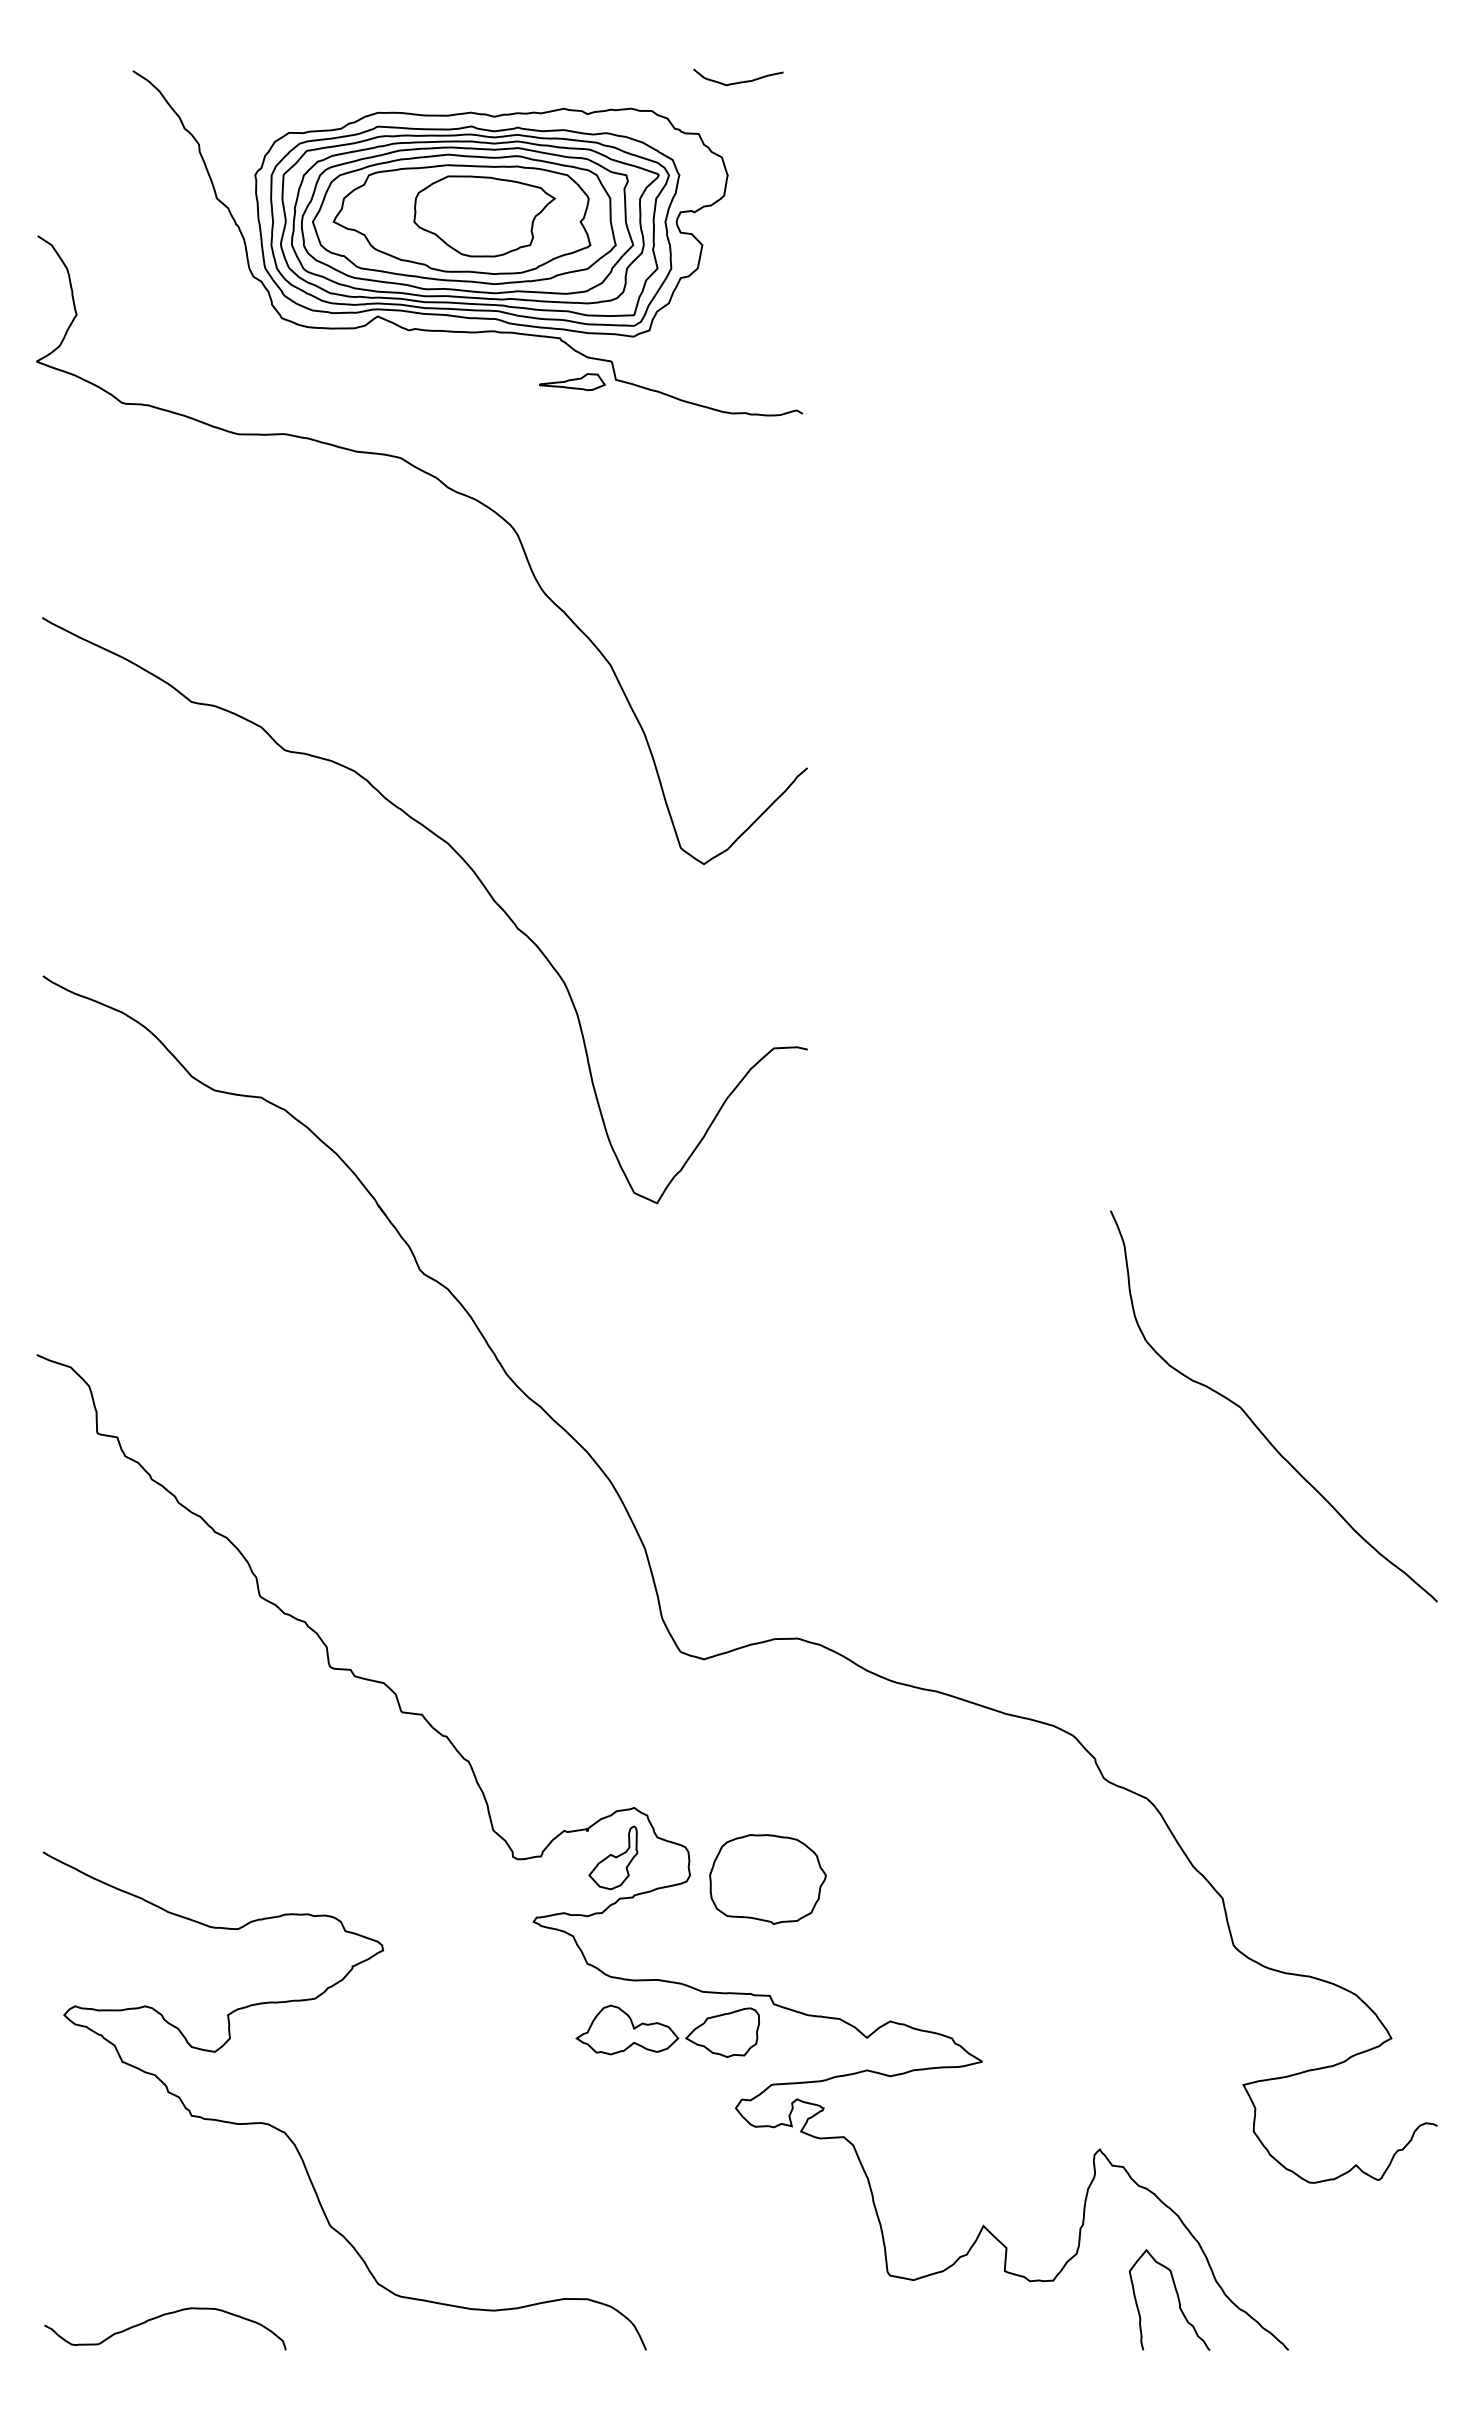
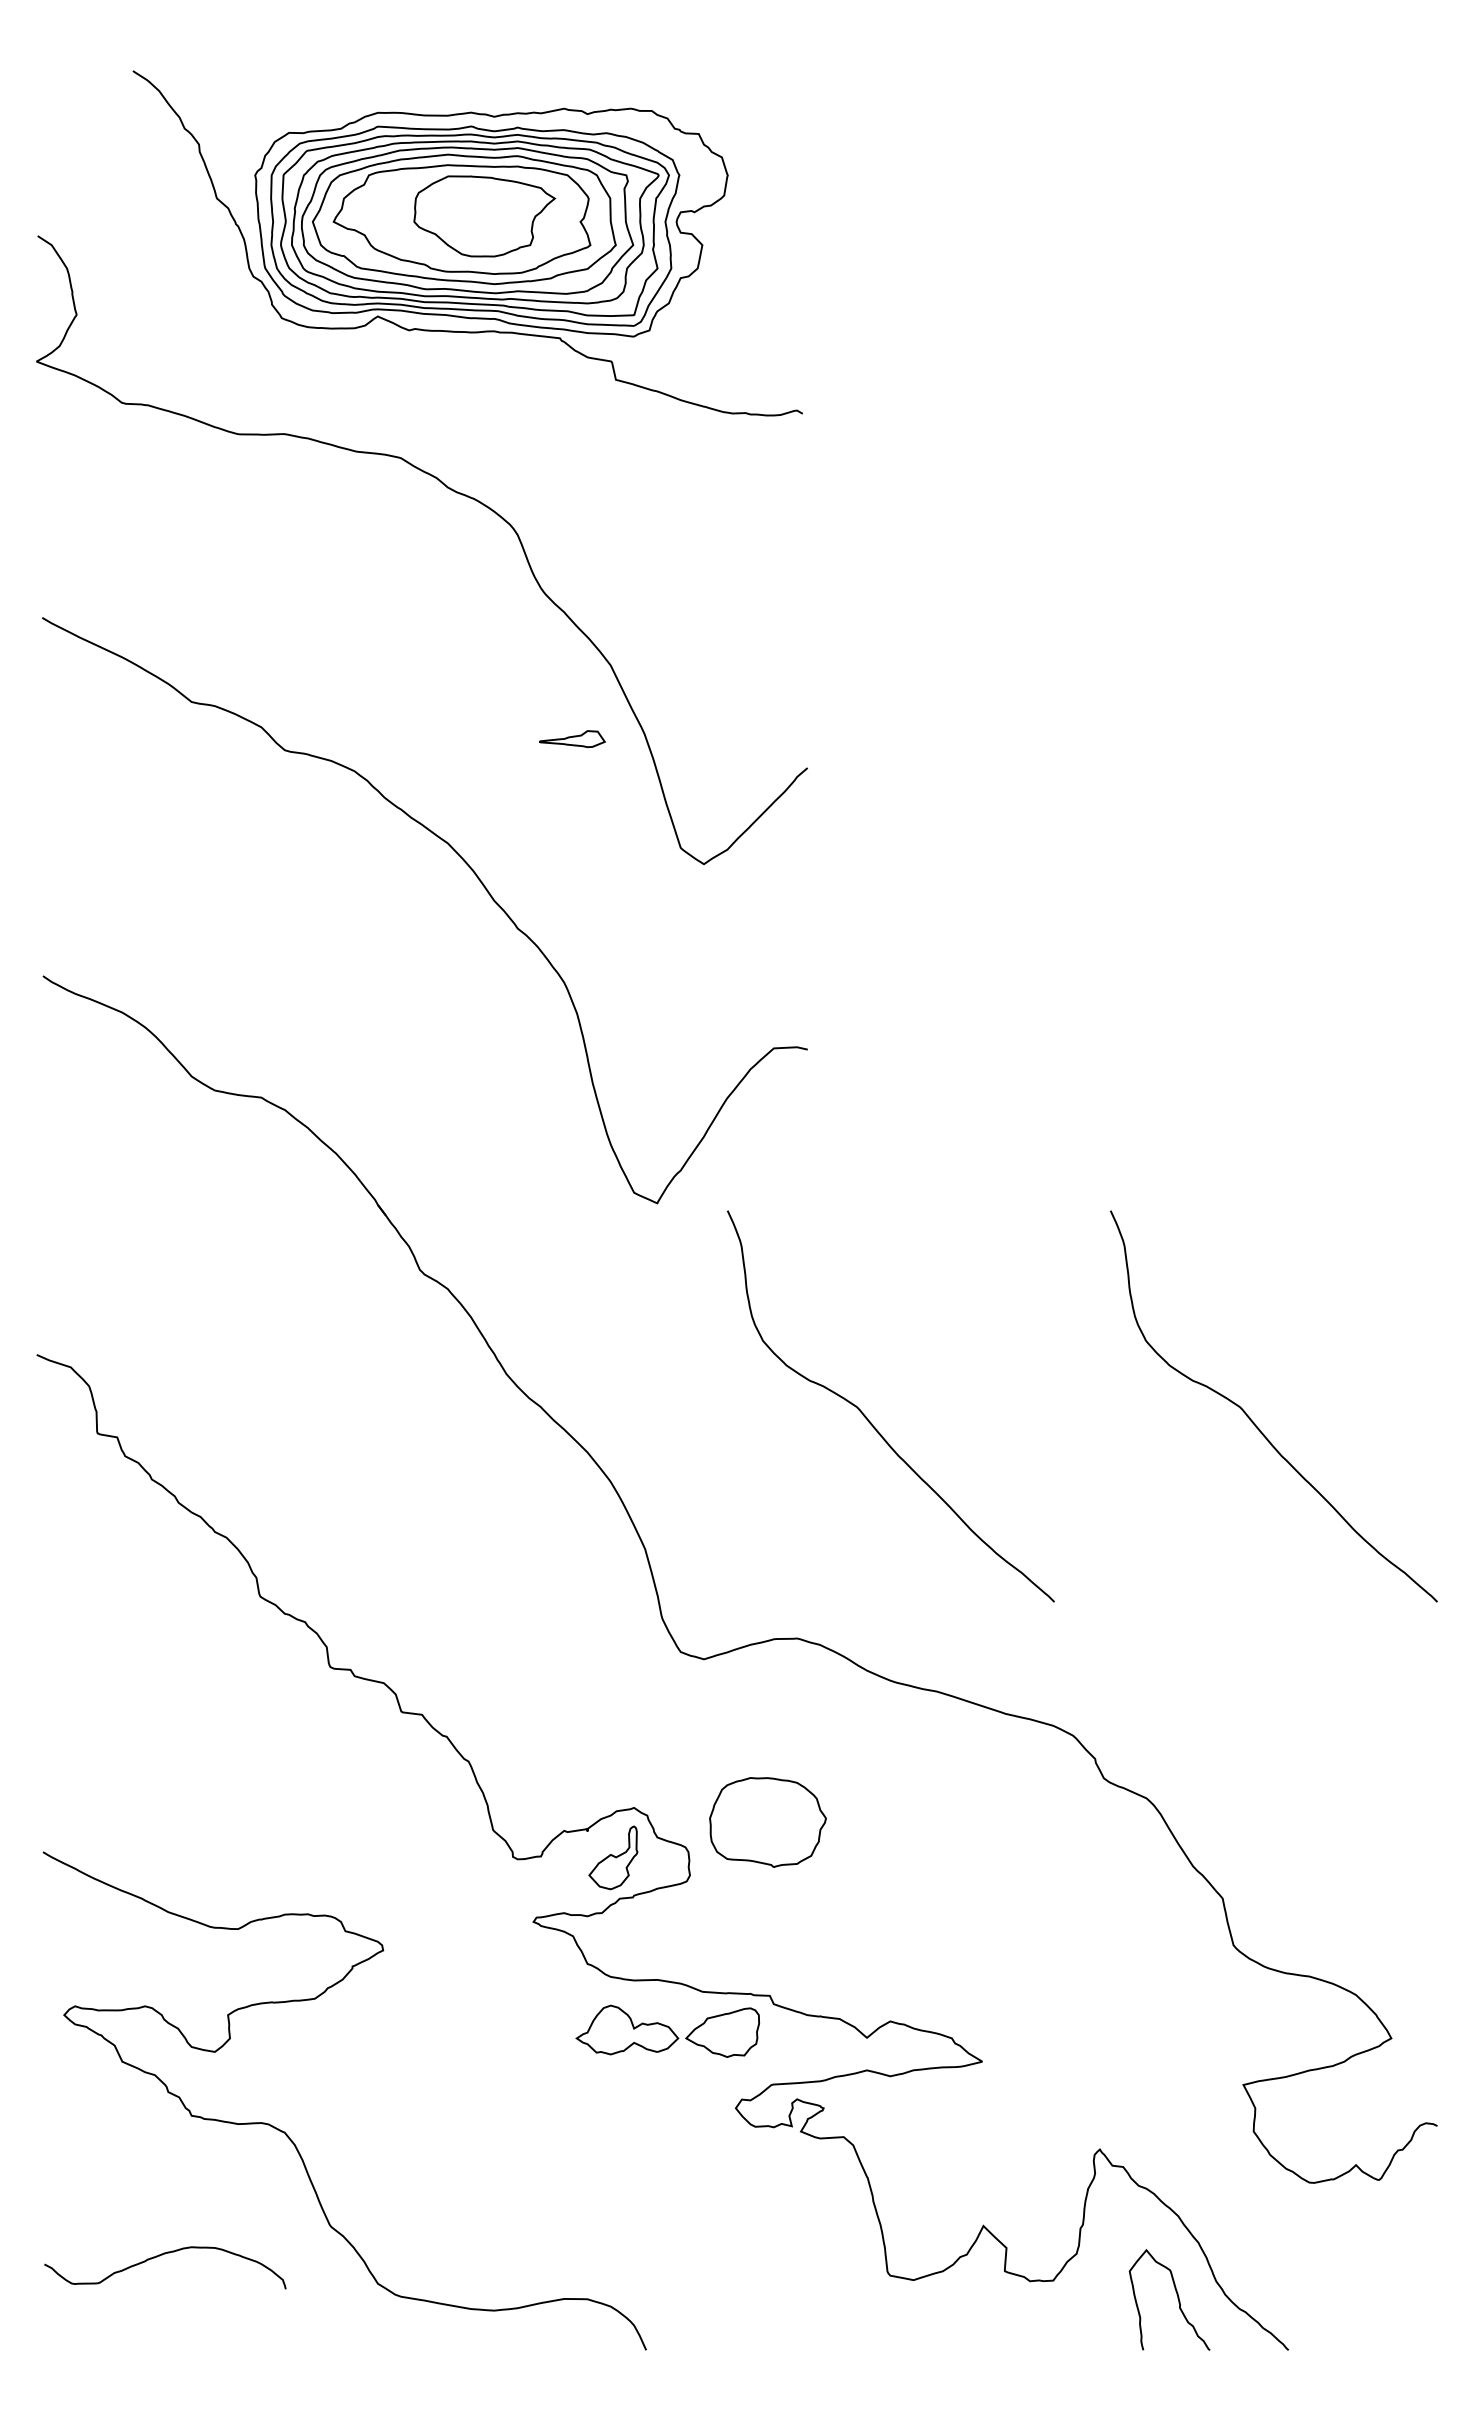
curve at (739, 81): present -> none
part at (572, 382) position: (572, 382) -> (572, 739)
curve at (872, 1423): none -> present
part at (767, 1879) position: (767, 1879) -> (767, 1822)
curve at (162, 2316) position: (162, 2316) -> (162, 2255)
